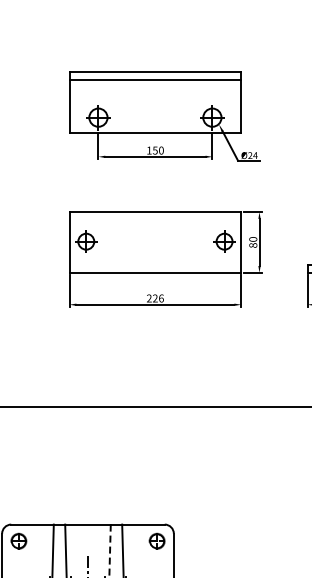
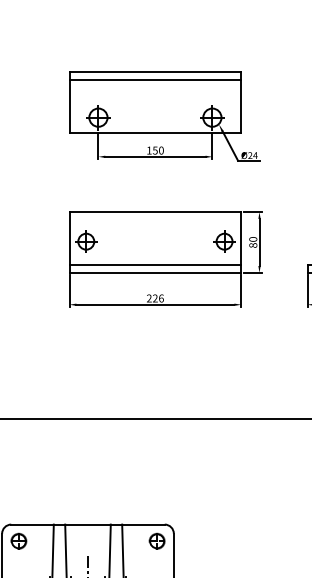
line at (155, 265): none -> present
line at (155, 406) position: (155, 406) -> (155, 418)
line at (110, 551): dashed -> solid
